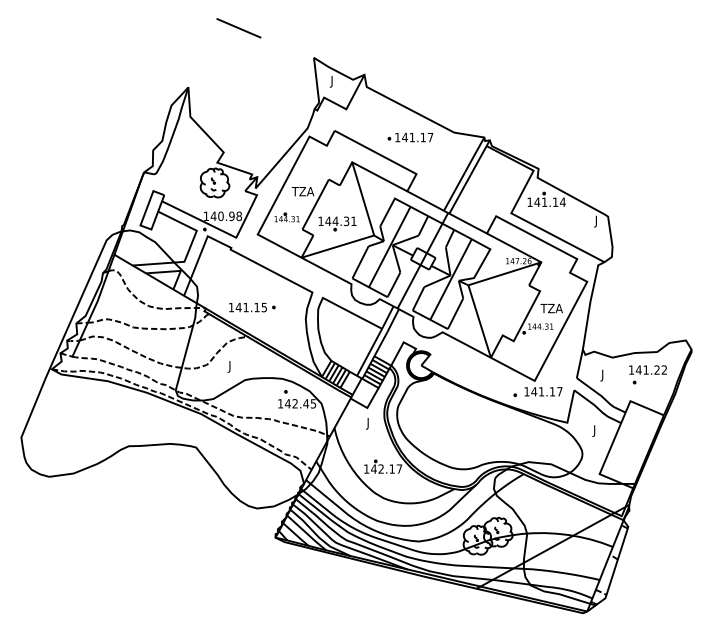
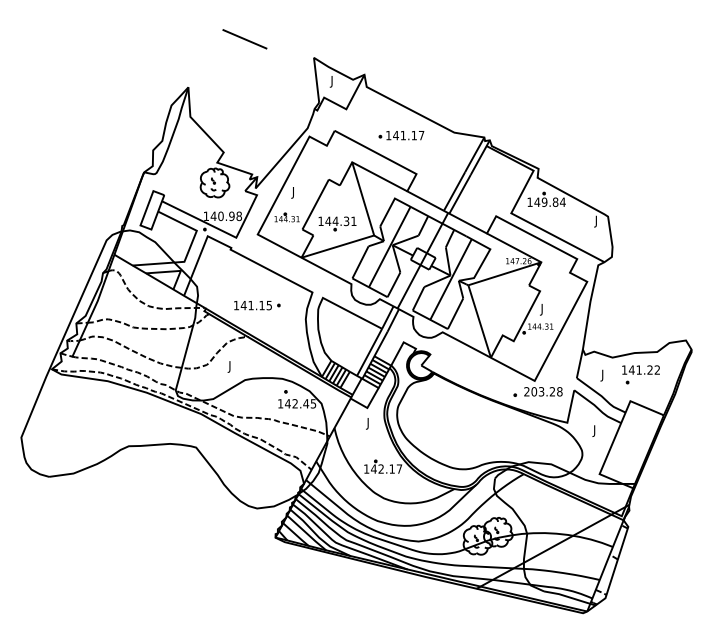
line at (238, 28) position: (238, 28) -> (244, 39)
part at (410, 137) position: (410, 137) -> (401, 135)
text at (302, 192): TZA -> J
text at (549, 201): 141.14 -> 149.84
part at (252, 307) position: (252, 307) -> (257, 305)
text at (551, 309): TZA -> J
part at (647, 374) position: (647, 374) -> (640, 374)
text at (543, 391): 141.17 -> 203.28
